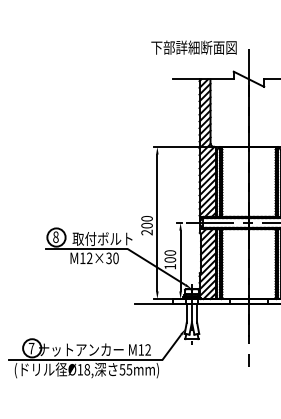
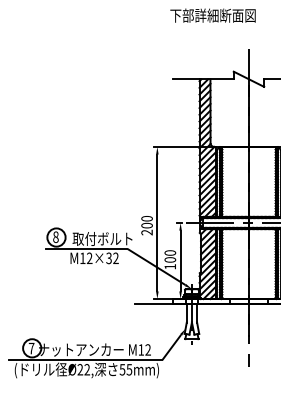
text at (193, 47) position: (193, 47) -> (212, 15)
text at (115, 258): M12×30 -> M12×32
text at (83, 369): Ø18, -> Ø22,
